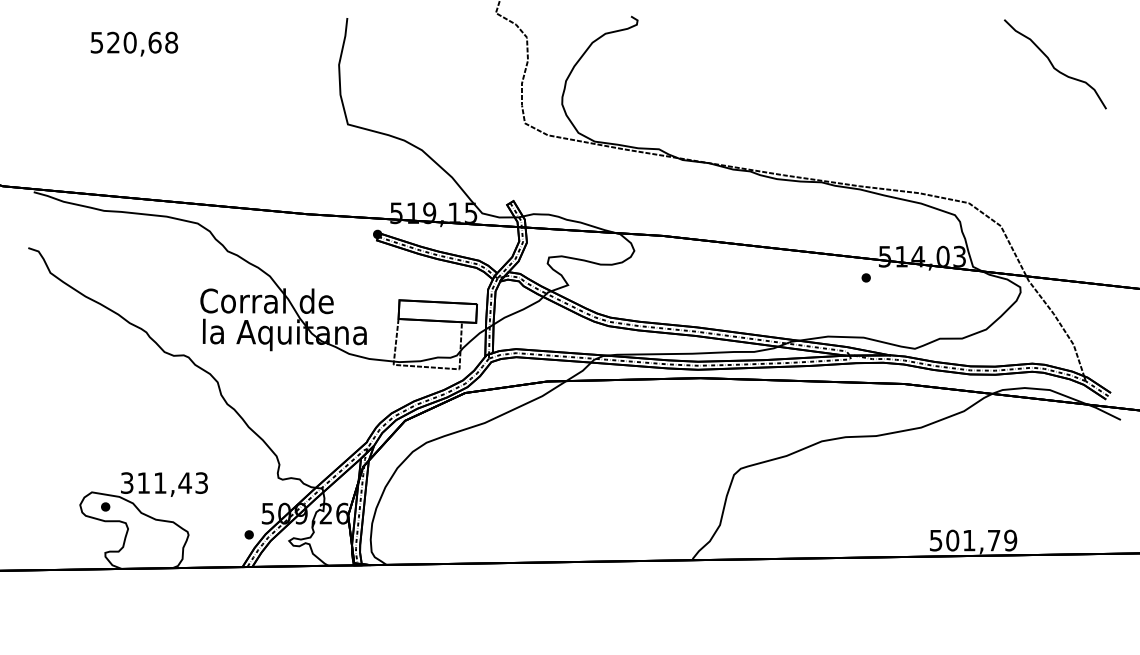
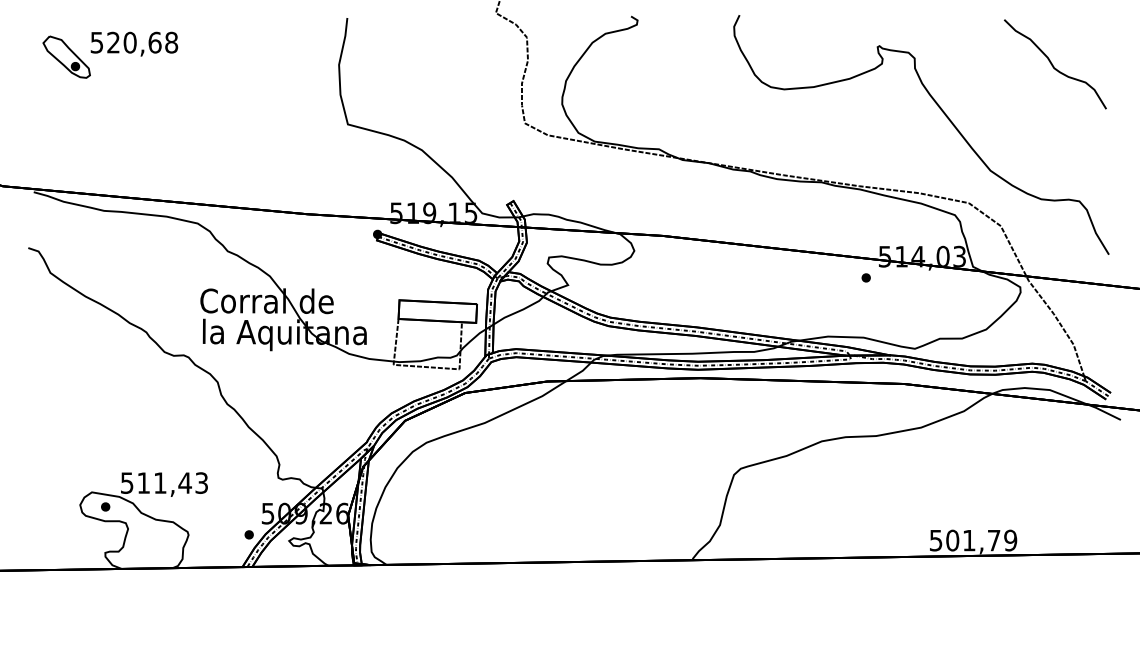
part at (66, 56): none -> present
curve at (945, 116): none -> present
text at (127, 482): 311,43 -> 511,43
